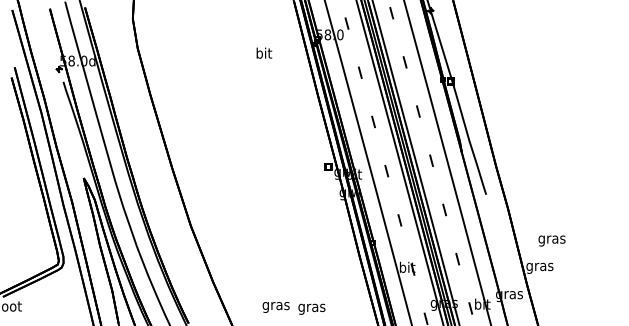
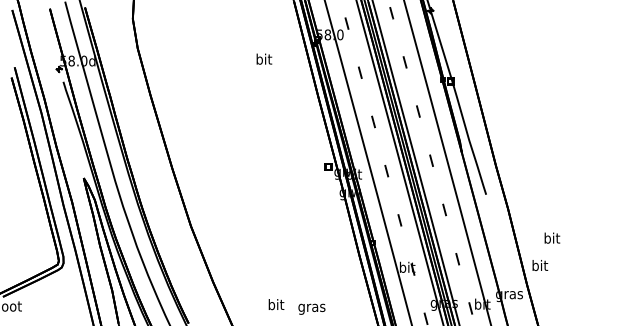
text at (264, 52) position: (264, 52) -> (264, 58)
text at (551, 239): gras -> bit
text at (539, 266): gras -> bit
text at (275, 305): gras -> bit
